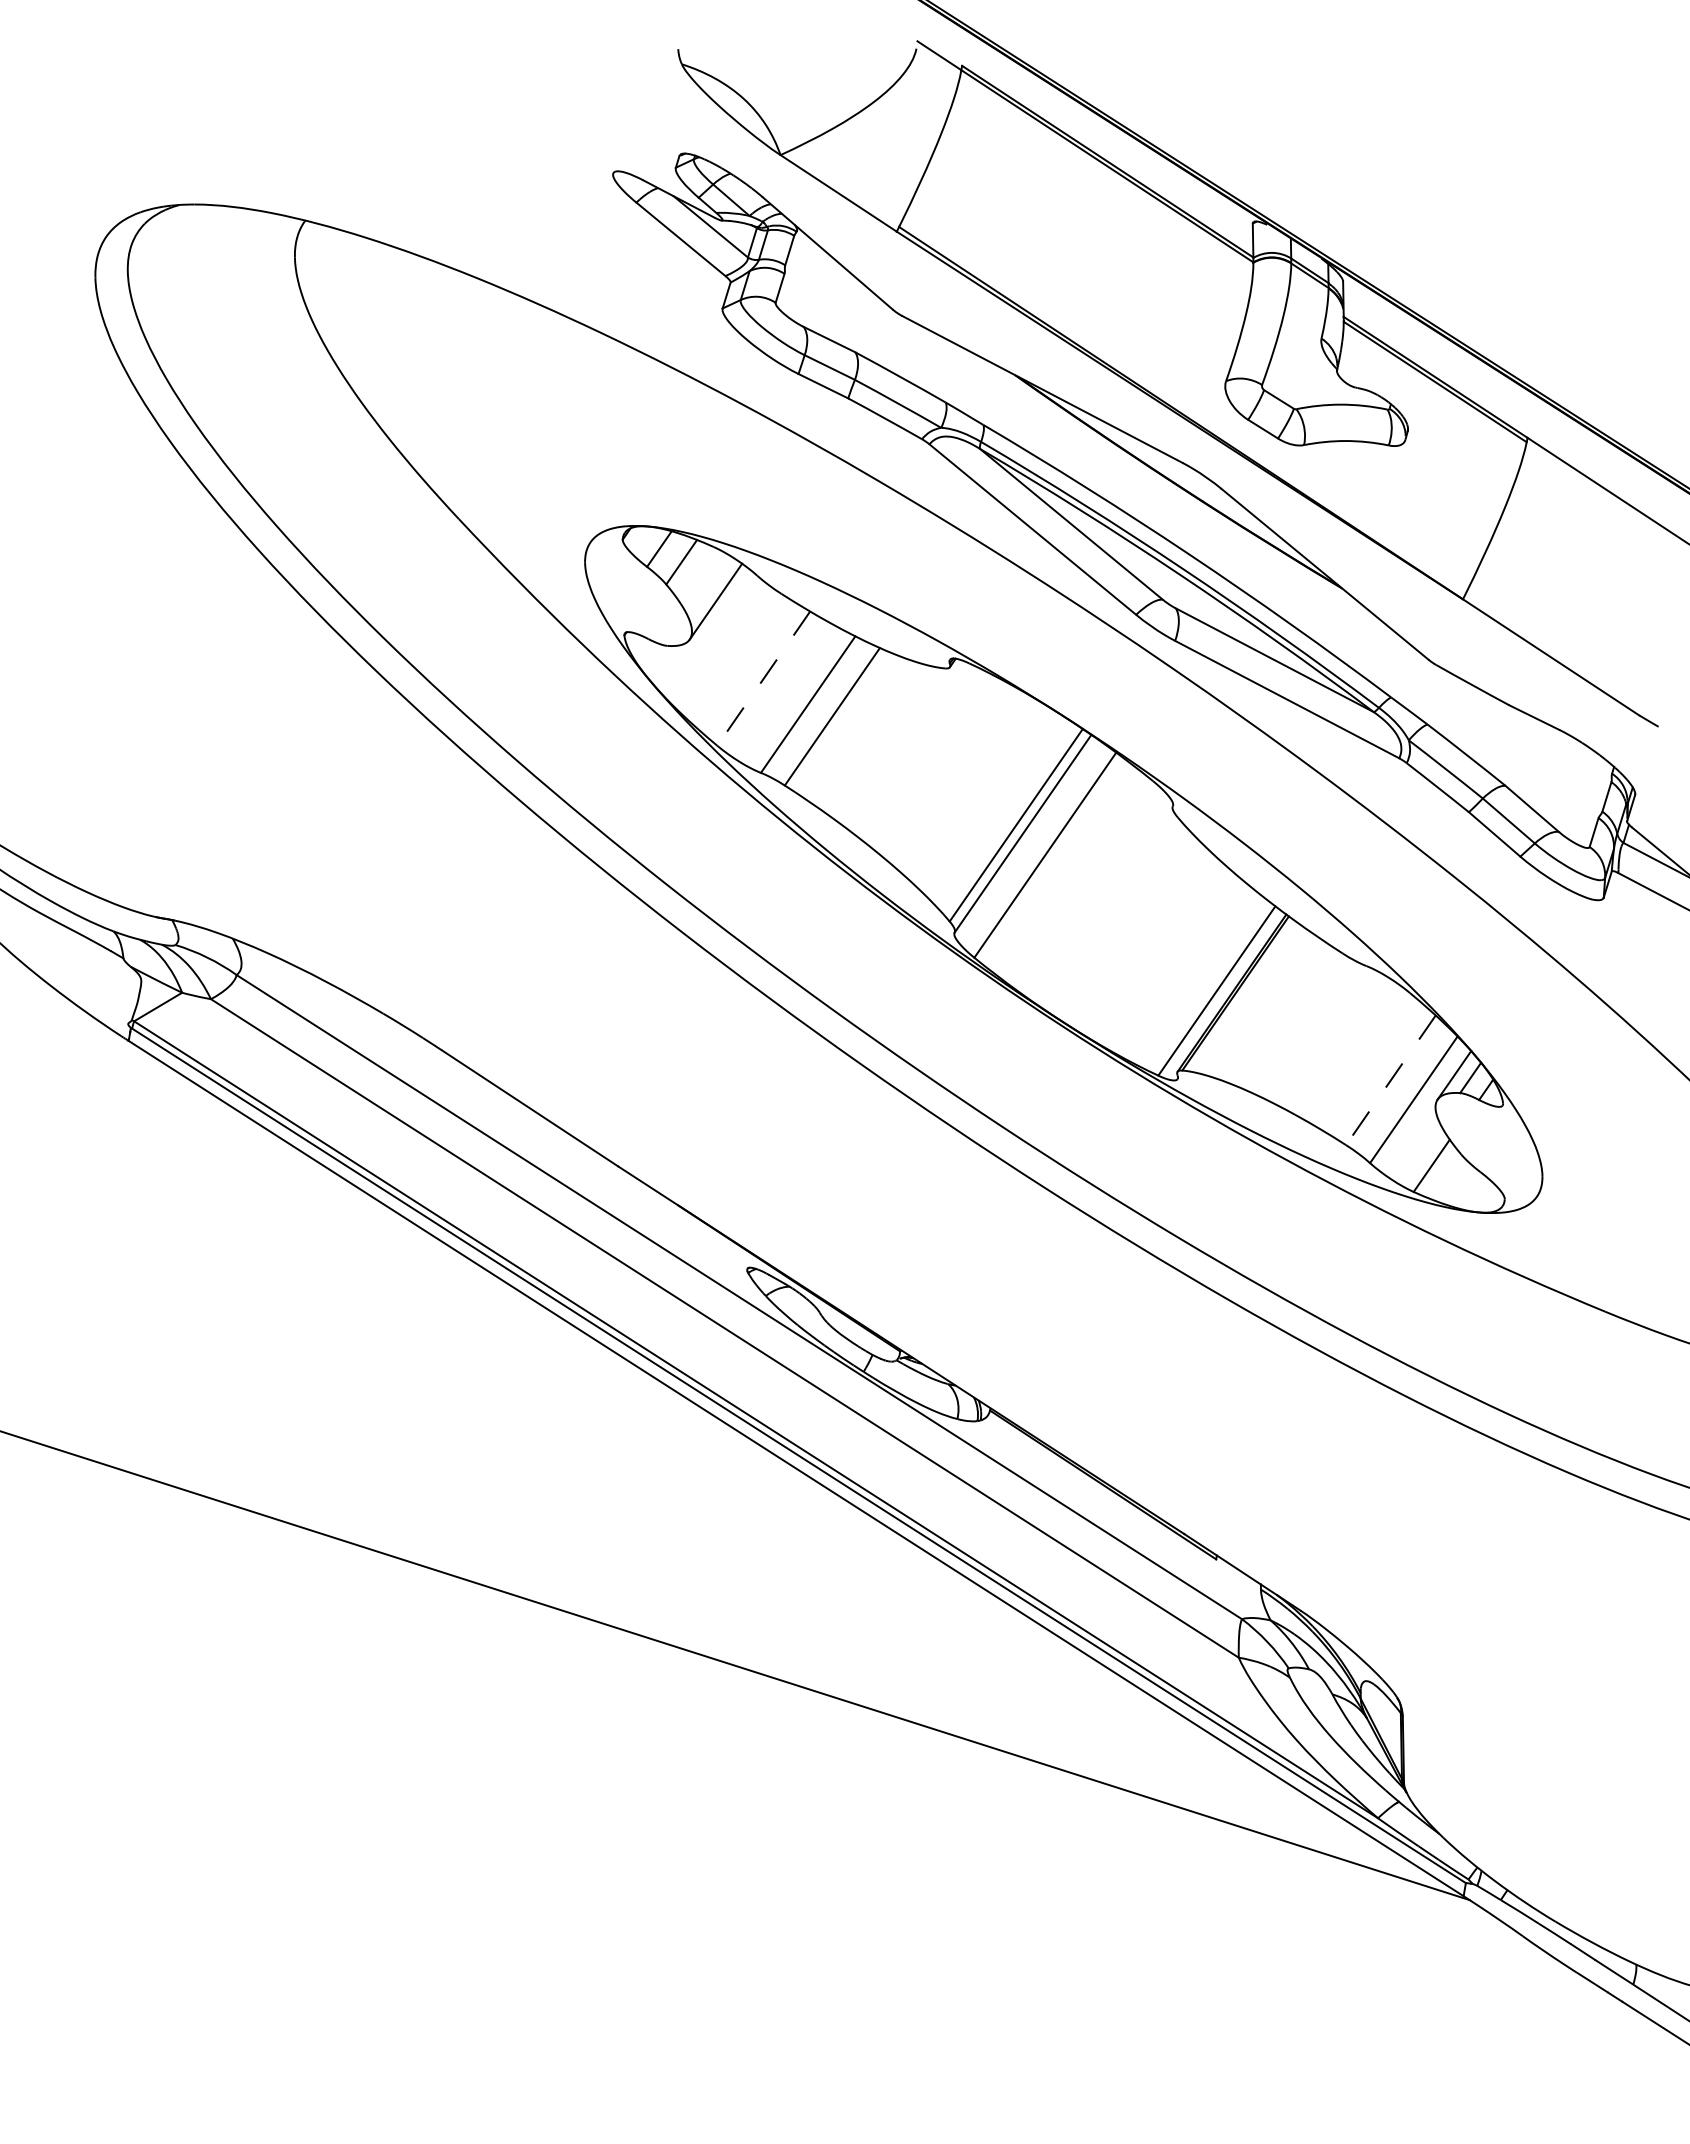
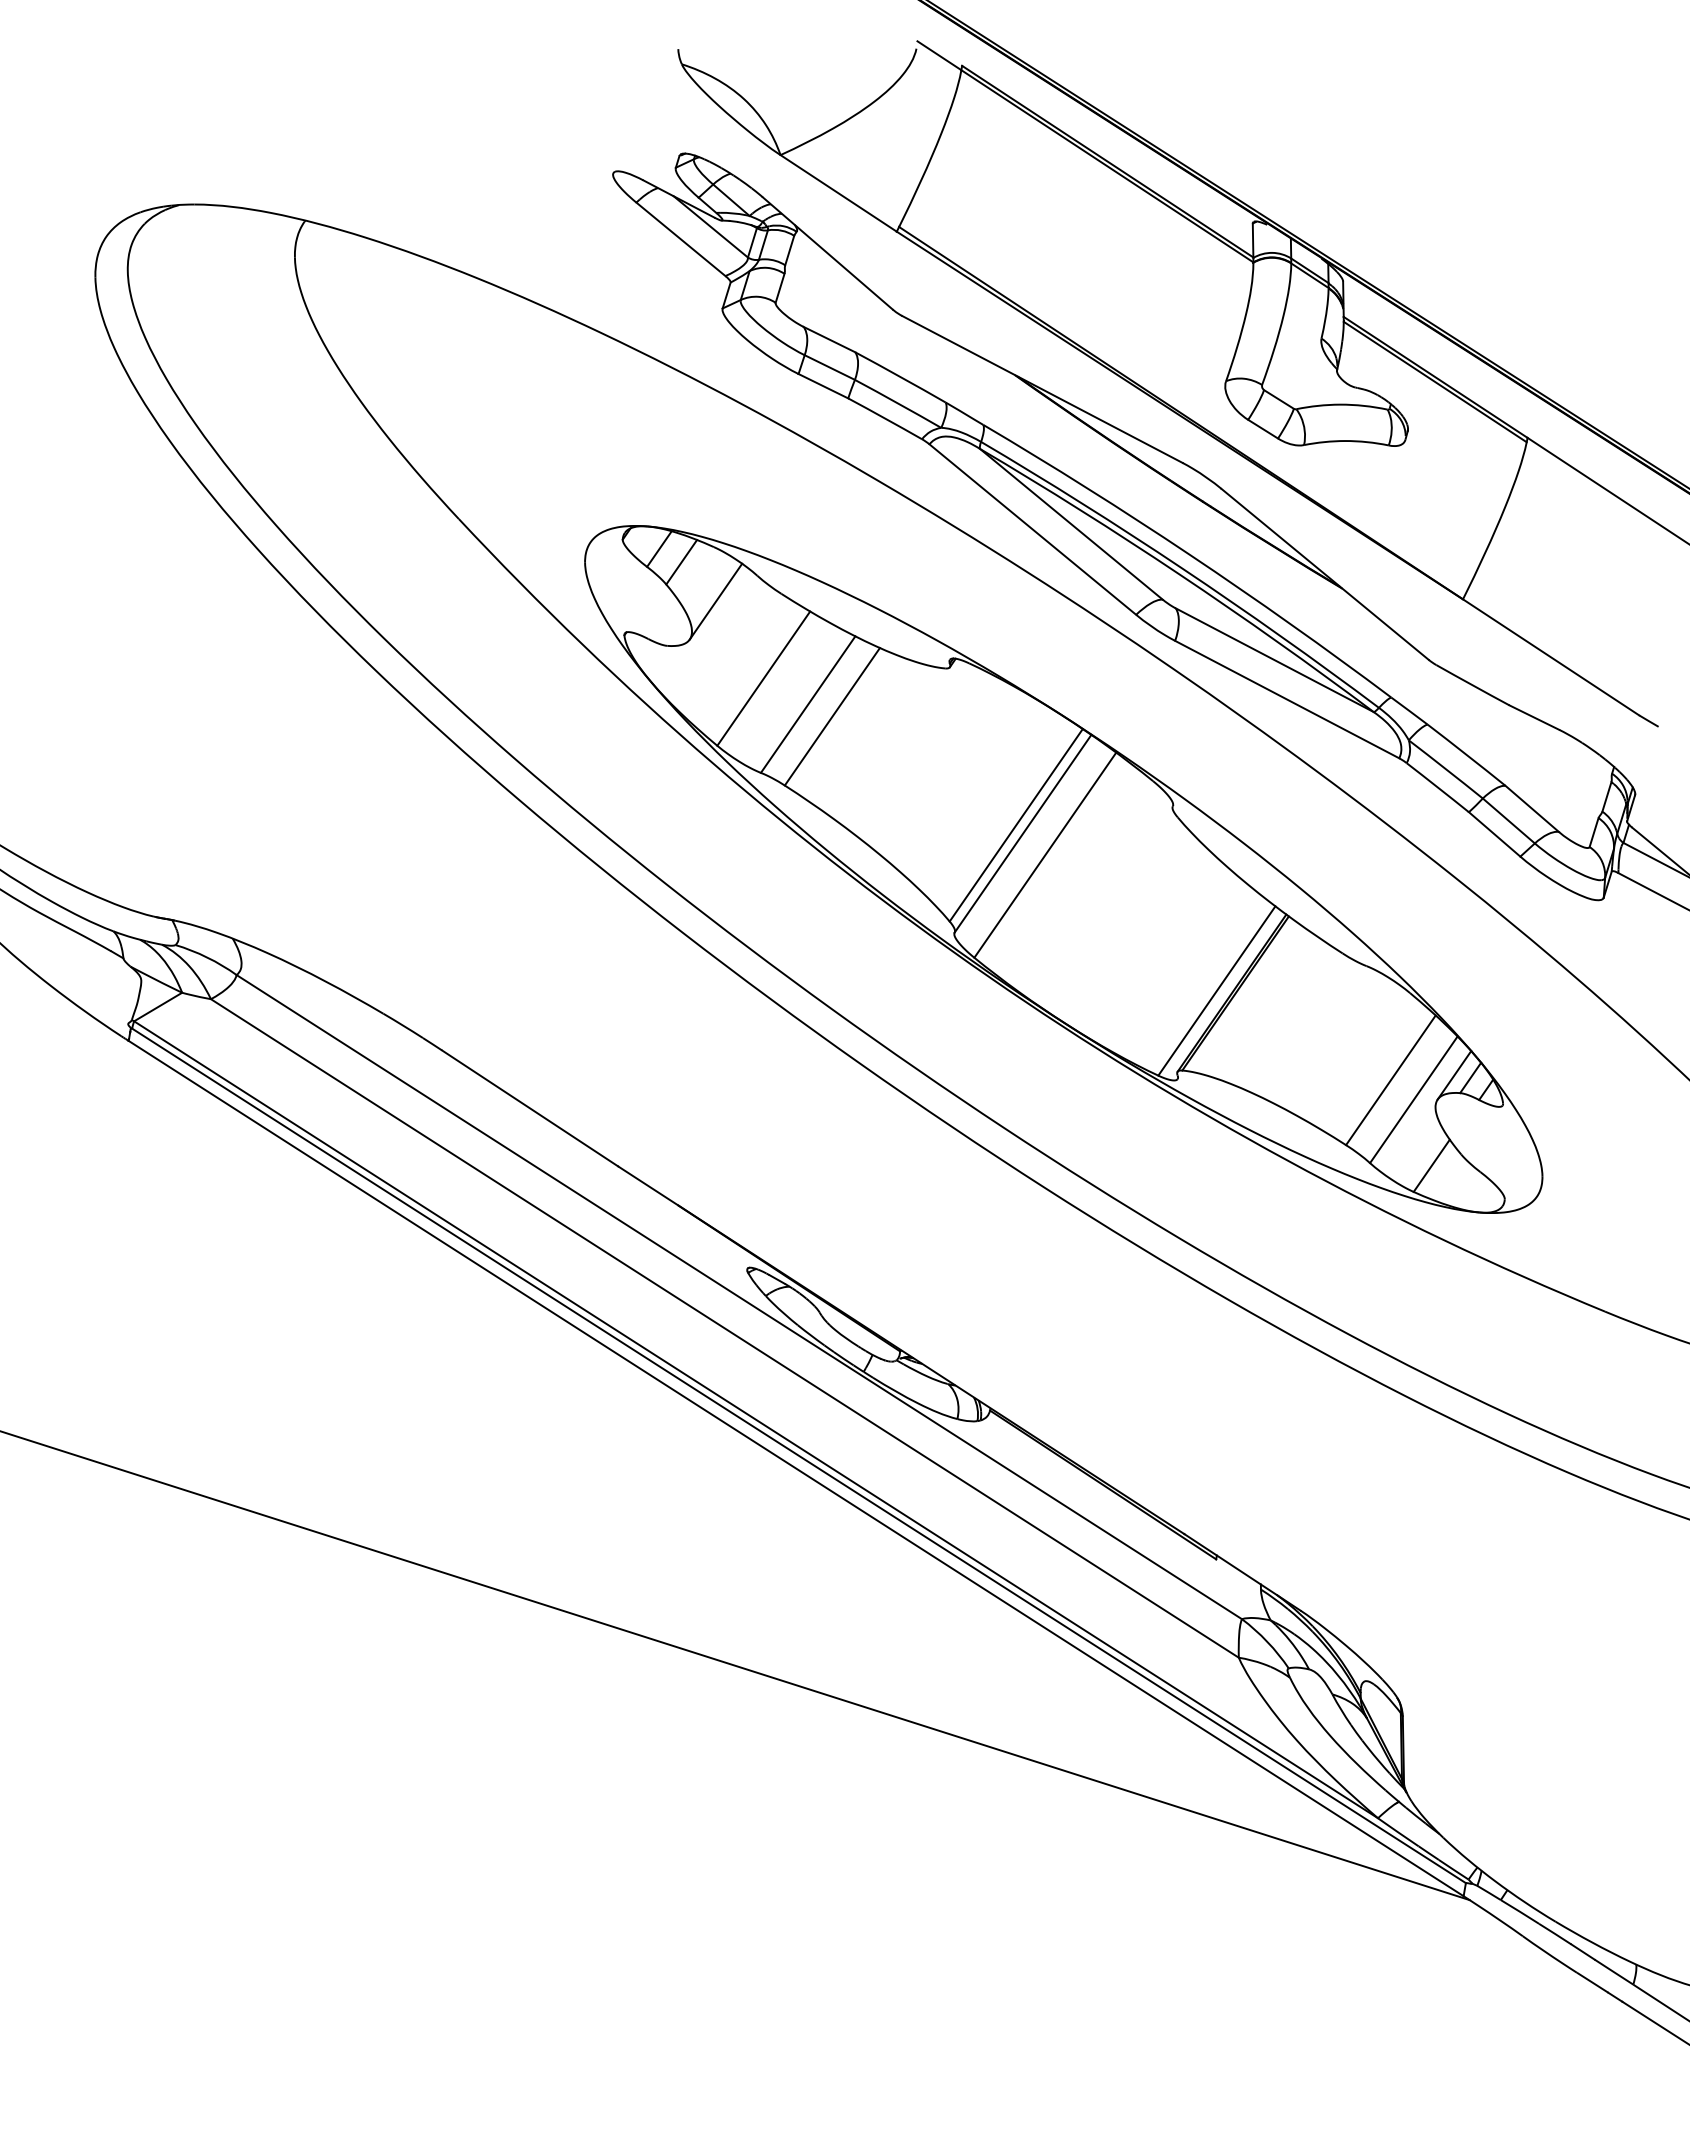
line at (763, 678): dashed -> solid
line at (1390, 1080): dashed -> solid
